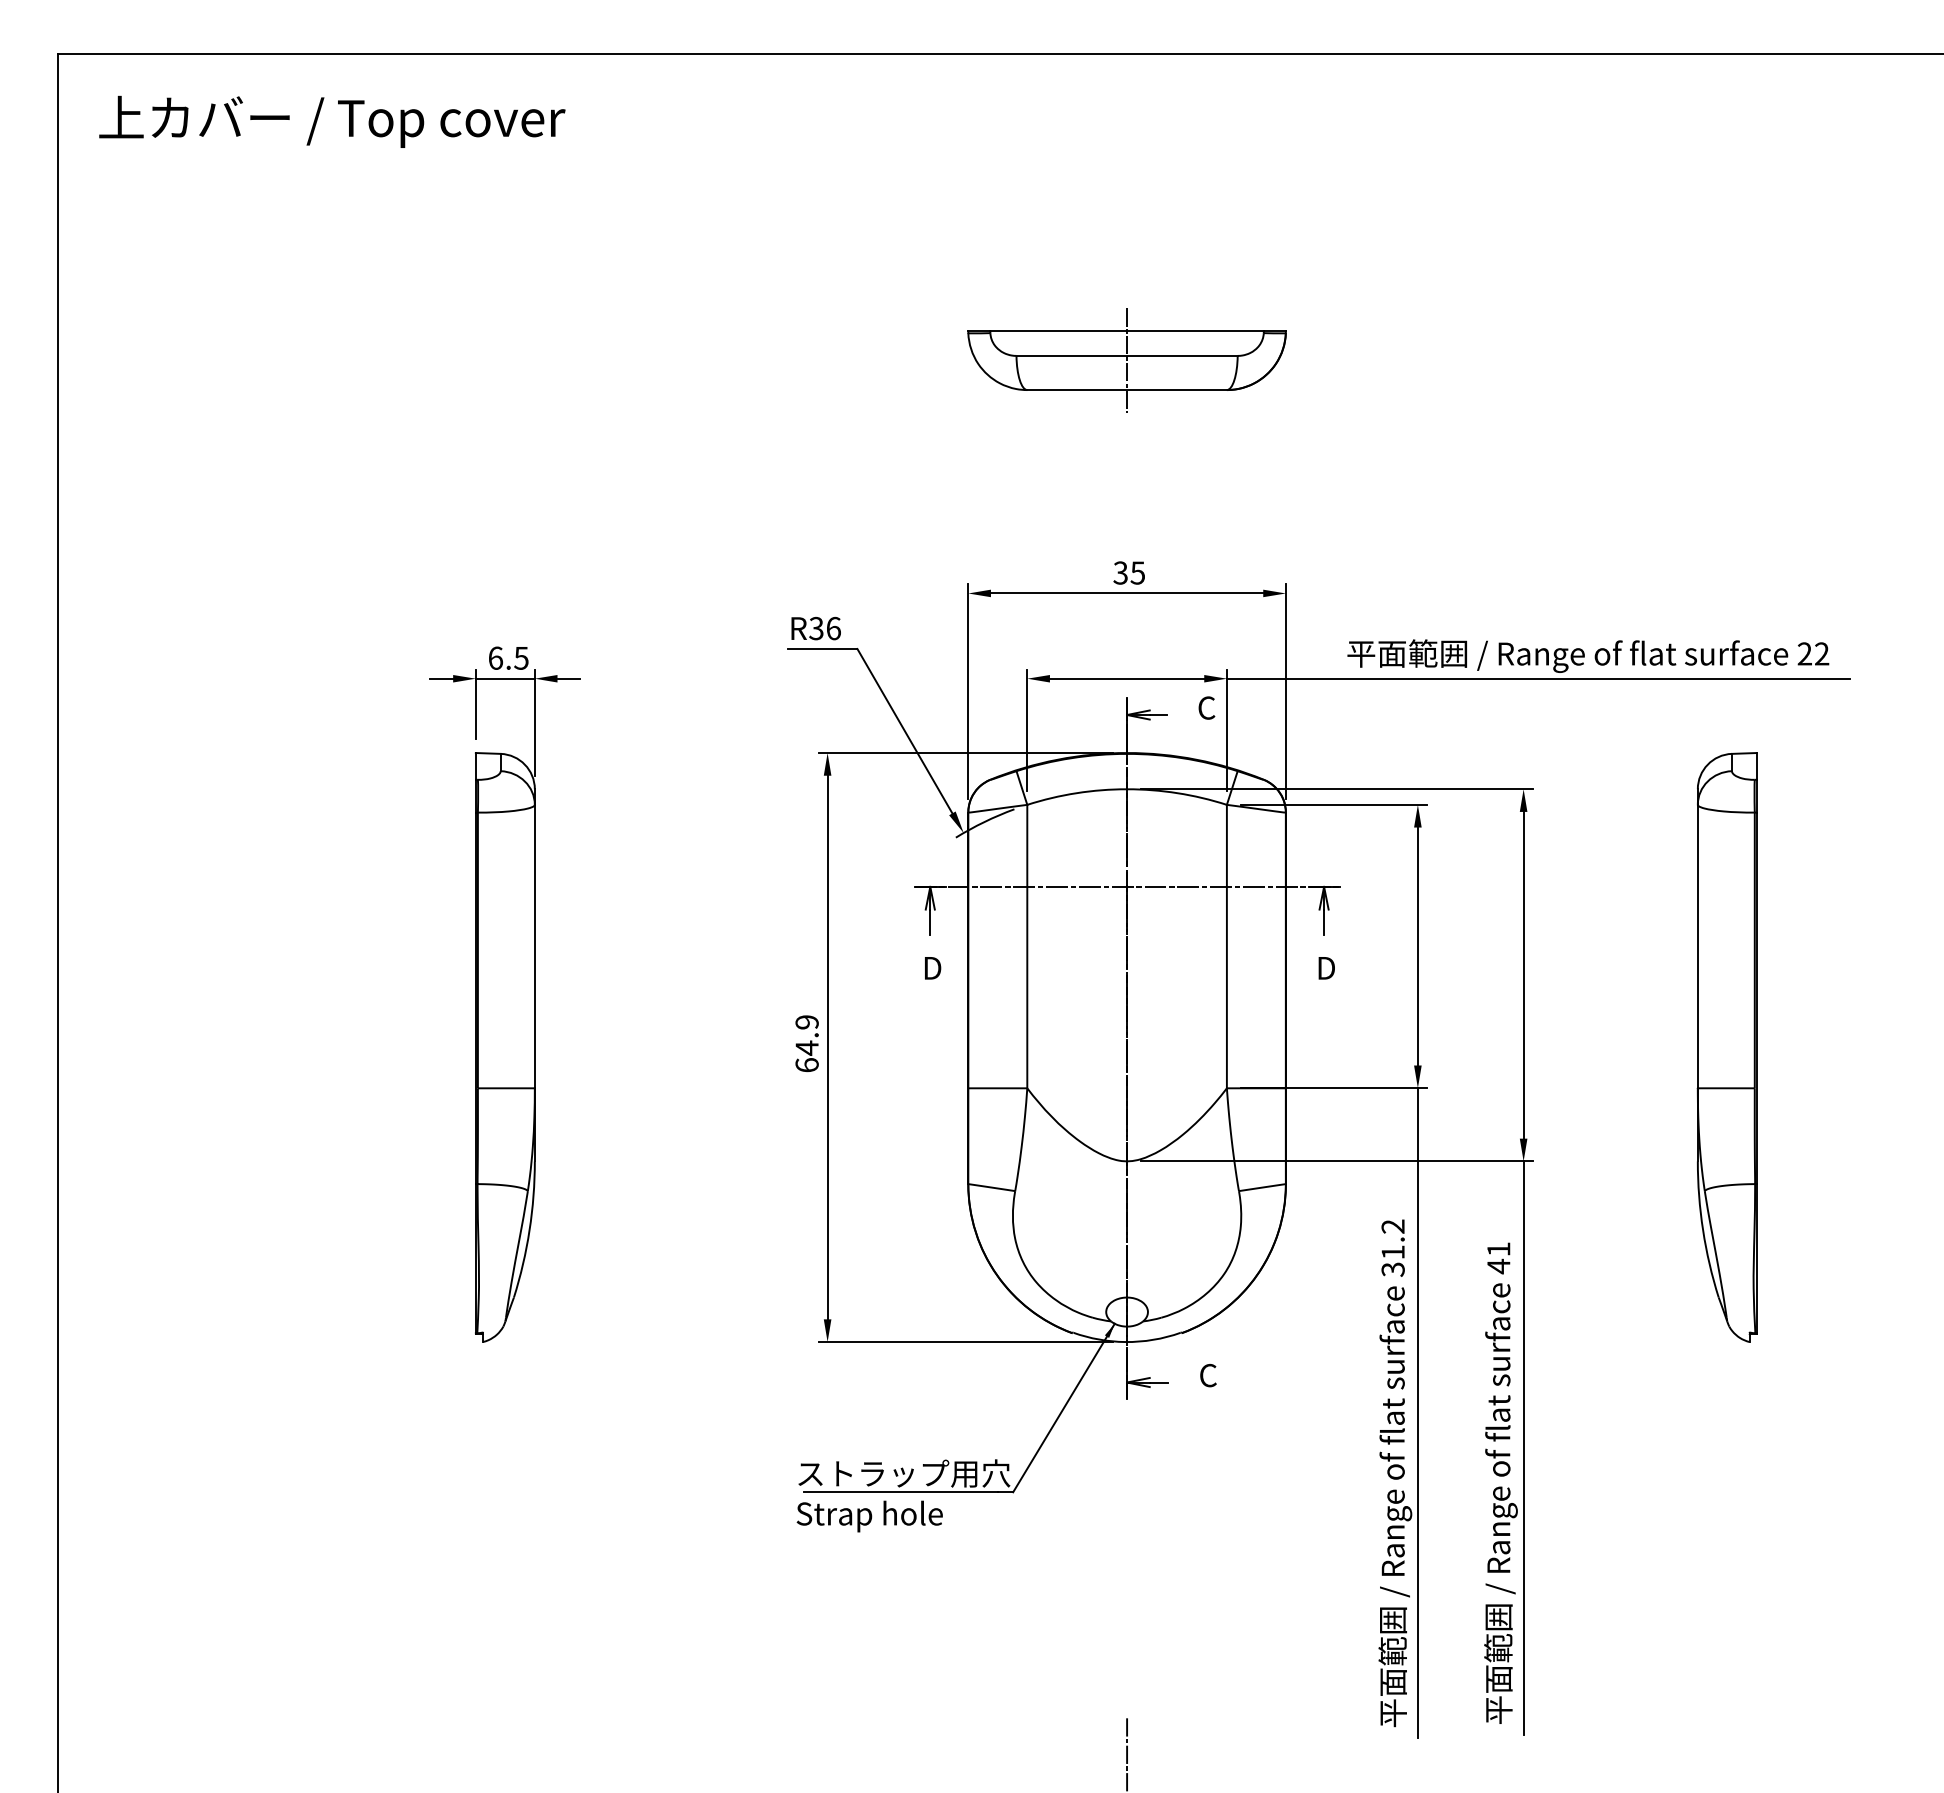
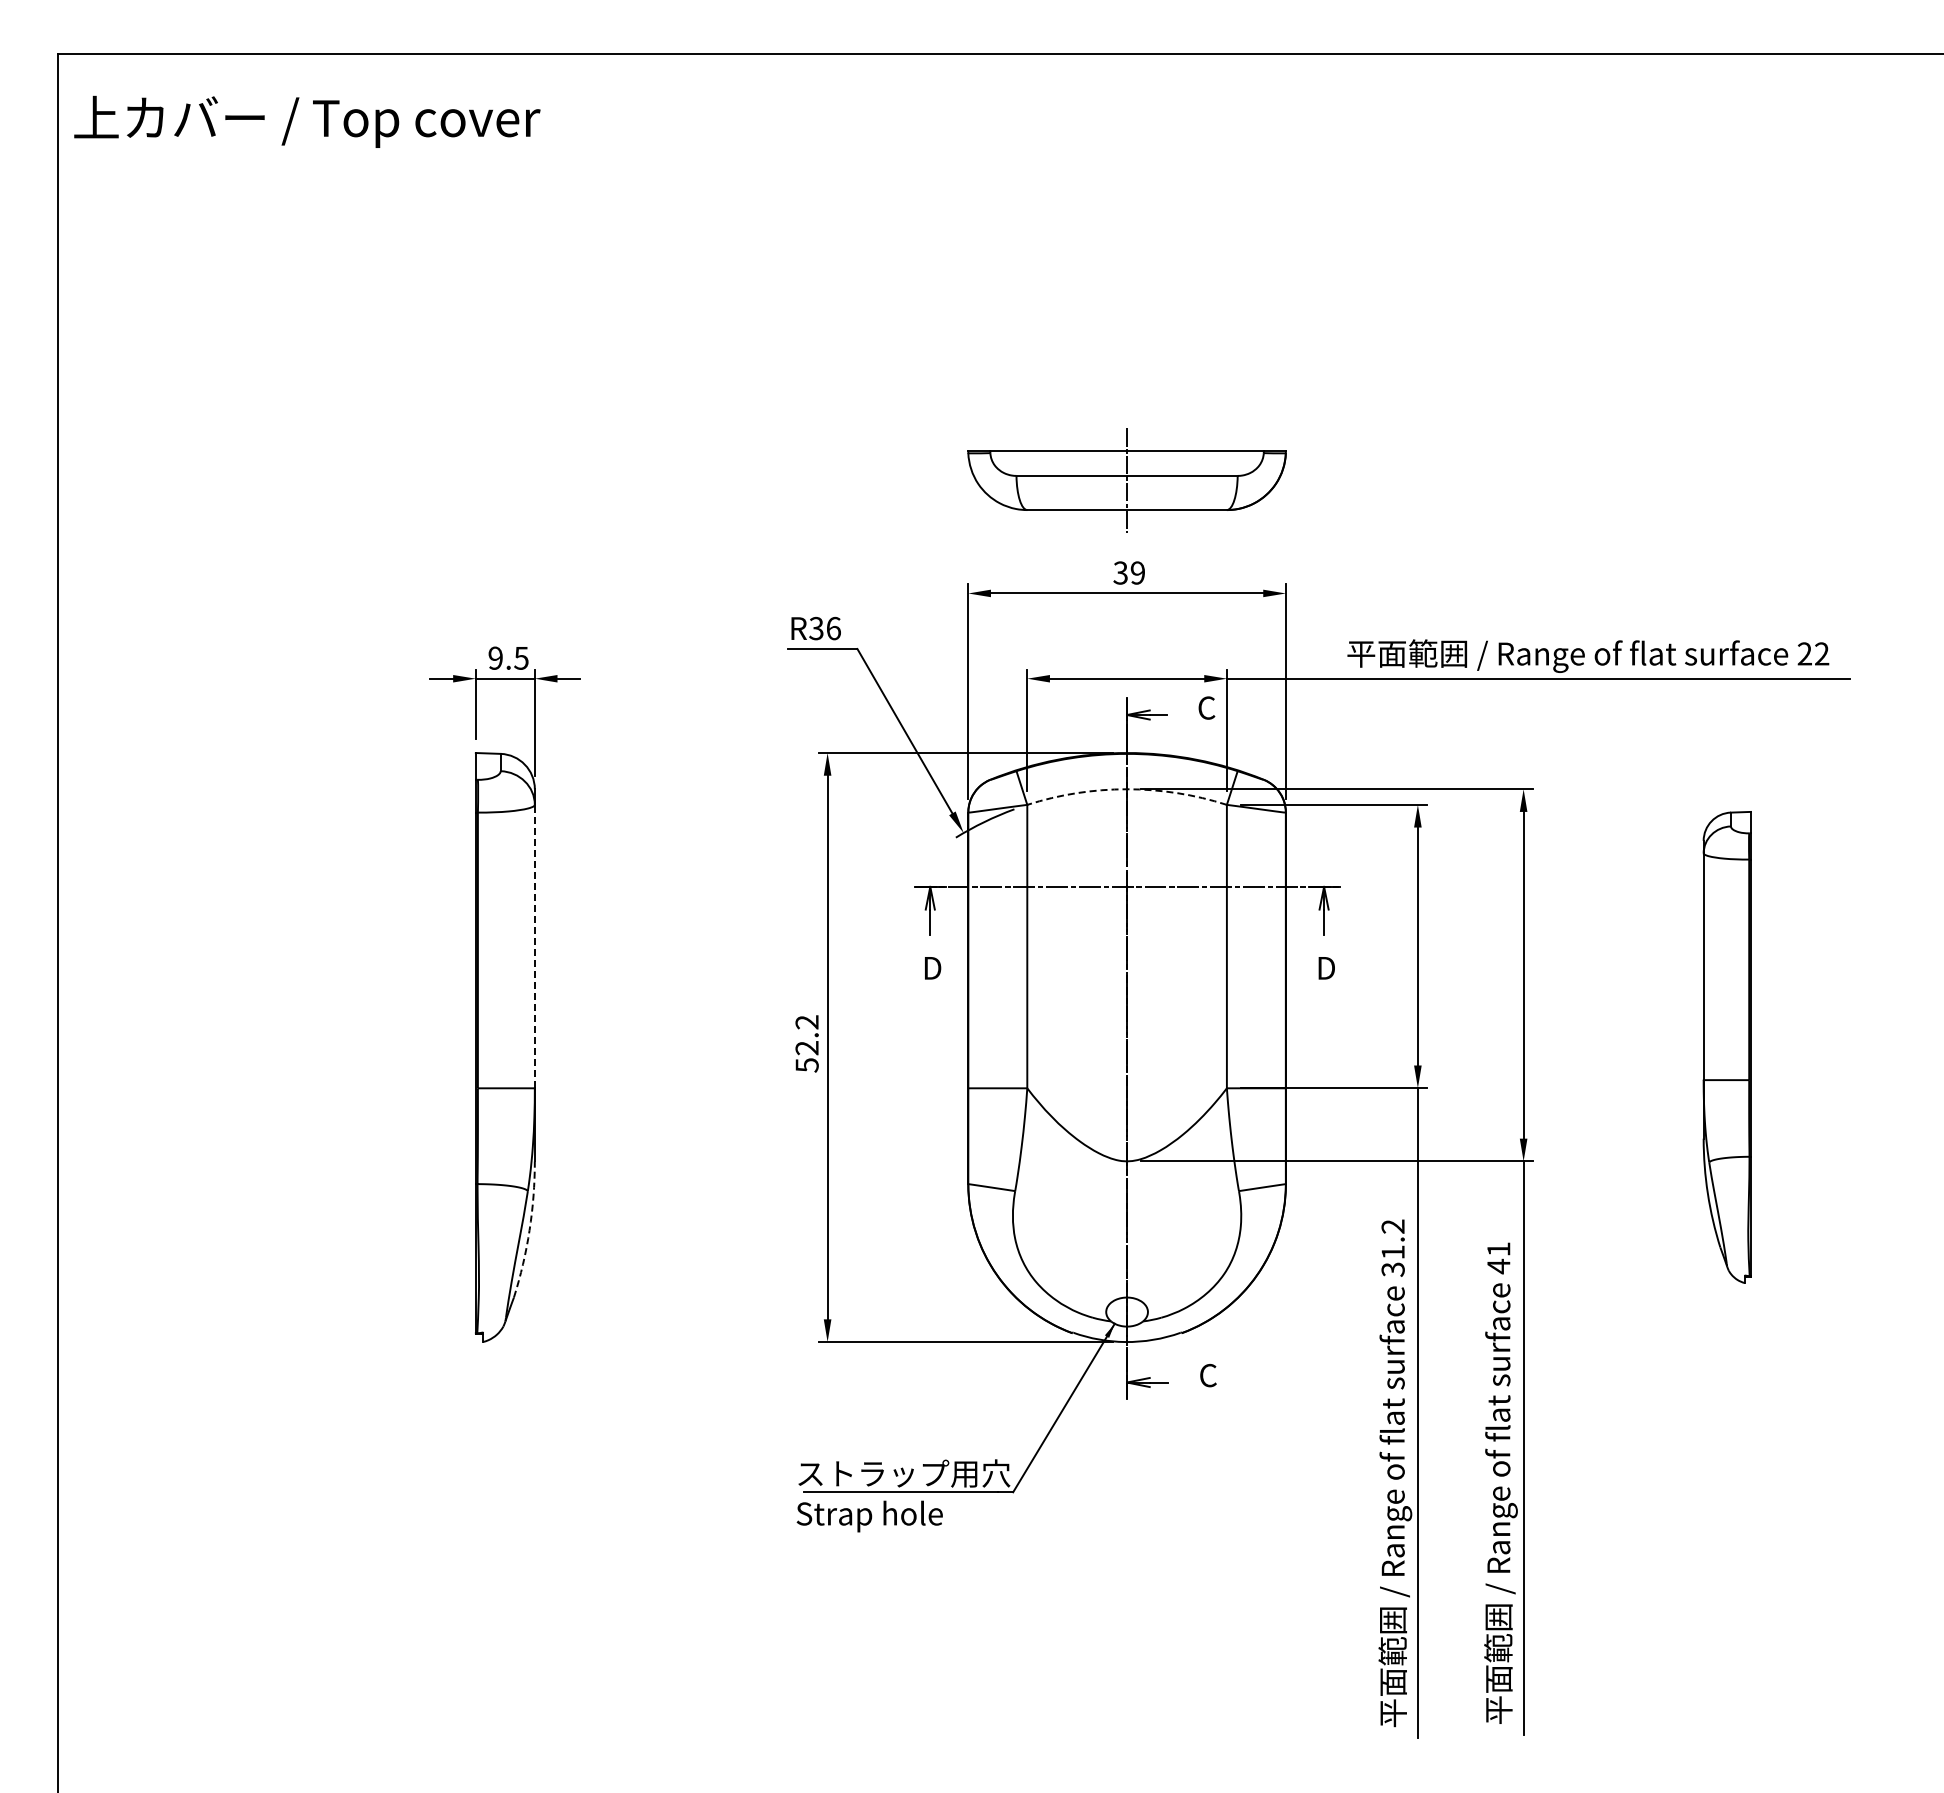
text at (332, 121) position: (332, 121) -> (307, 121)
part at (1126, 360) position: (1126, 360) -> (1126, 480)
text at (1137, 572): 35 -> 39
text at (495, 657): 6.5 -> 9.5
arc at (1127, 789): solid -> dashed
line at (534, 946): solid -> dashed
text at (806, 1043): 64.9 -> 52.2
part at (1726, 1047) size: 62x591 px -> 50x473 px
arc at (529, 1230): solid -> dashed
line at (1127, 1753): present -> none
